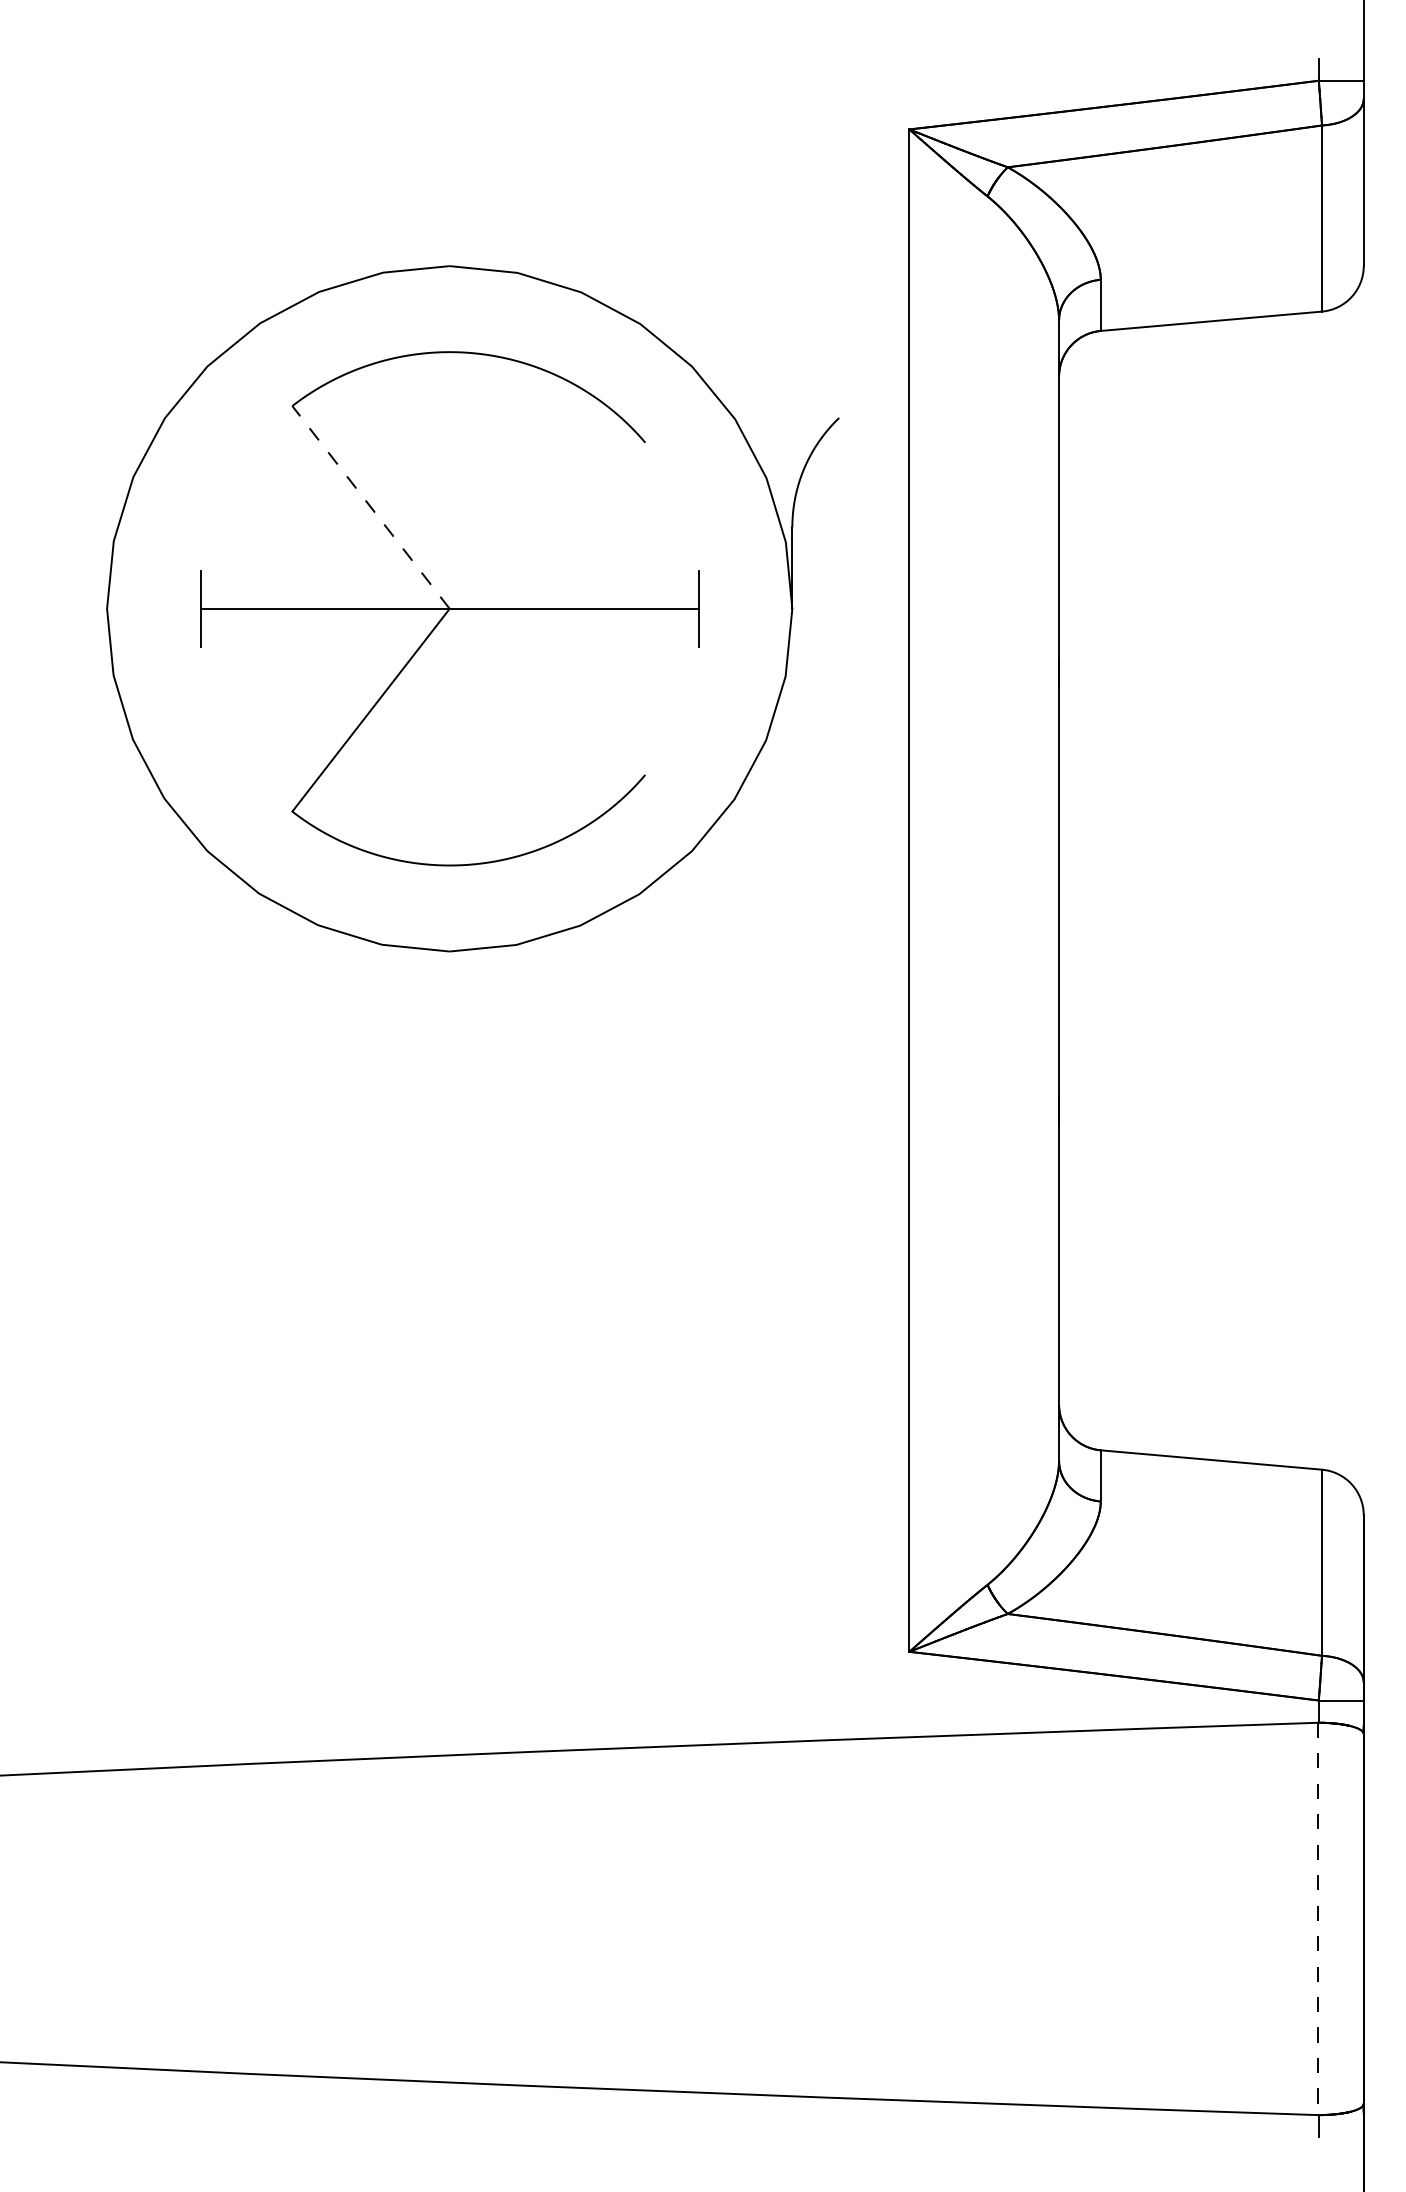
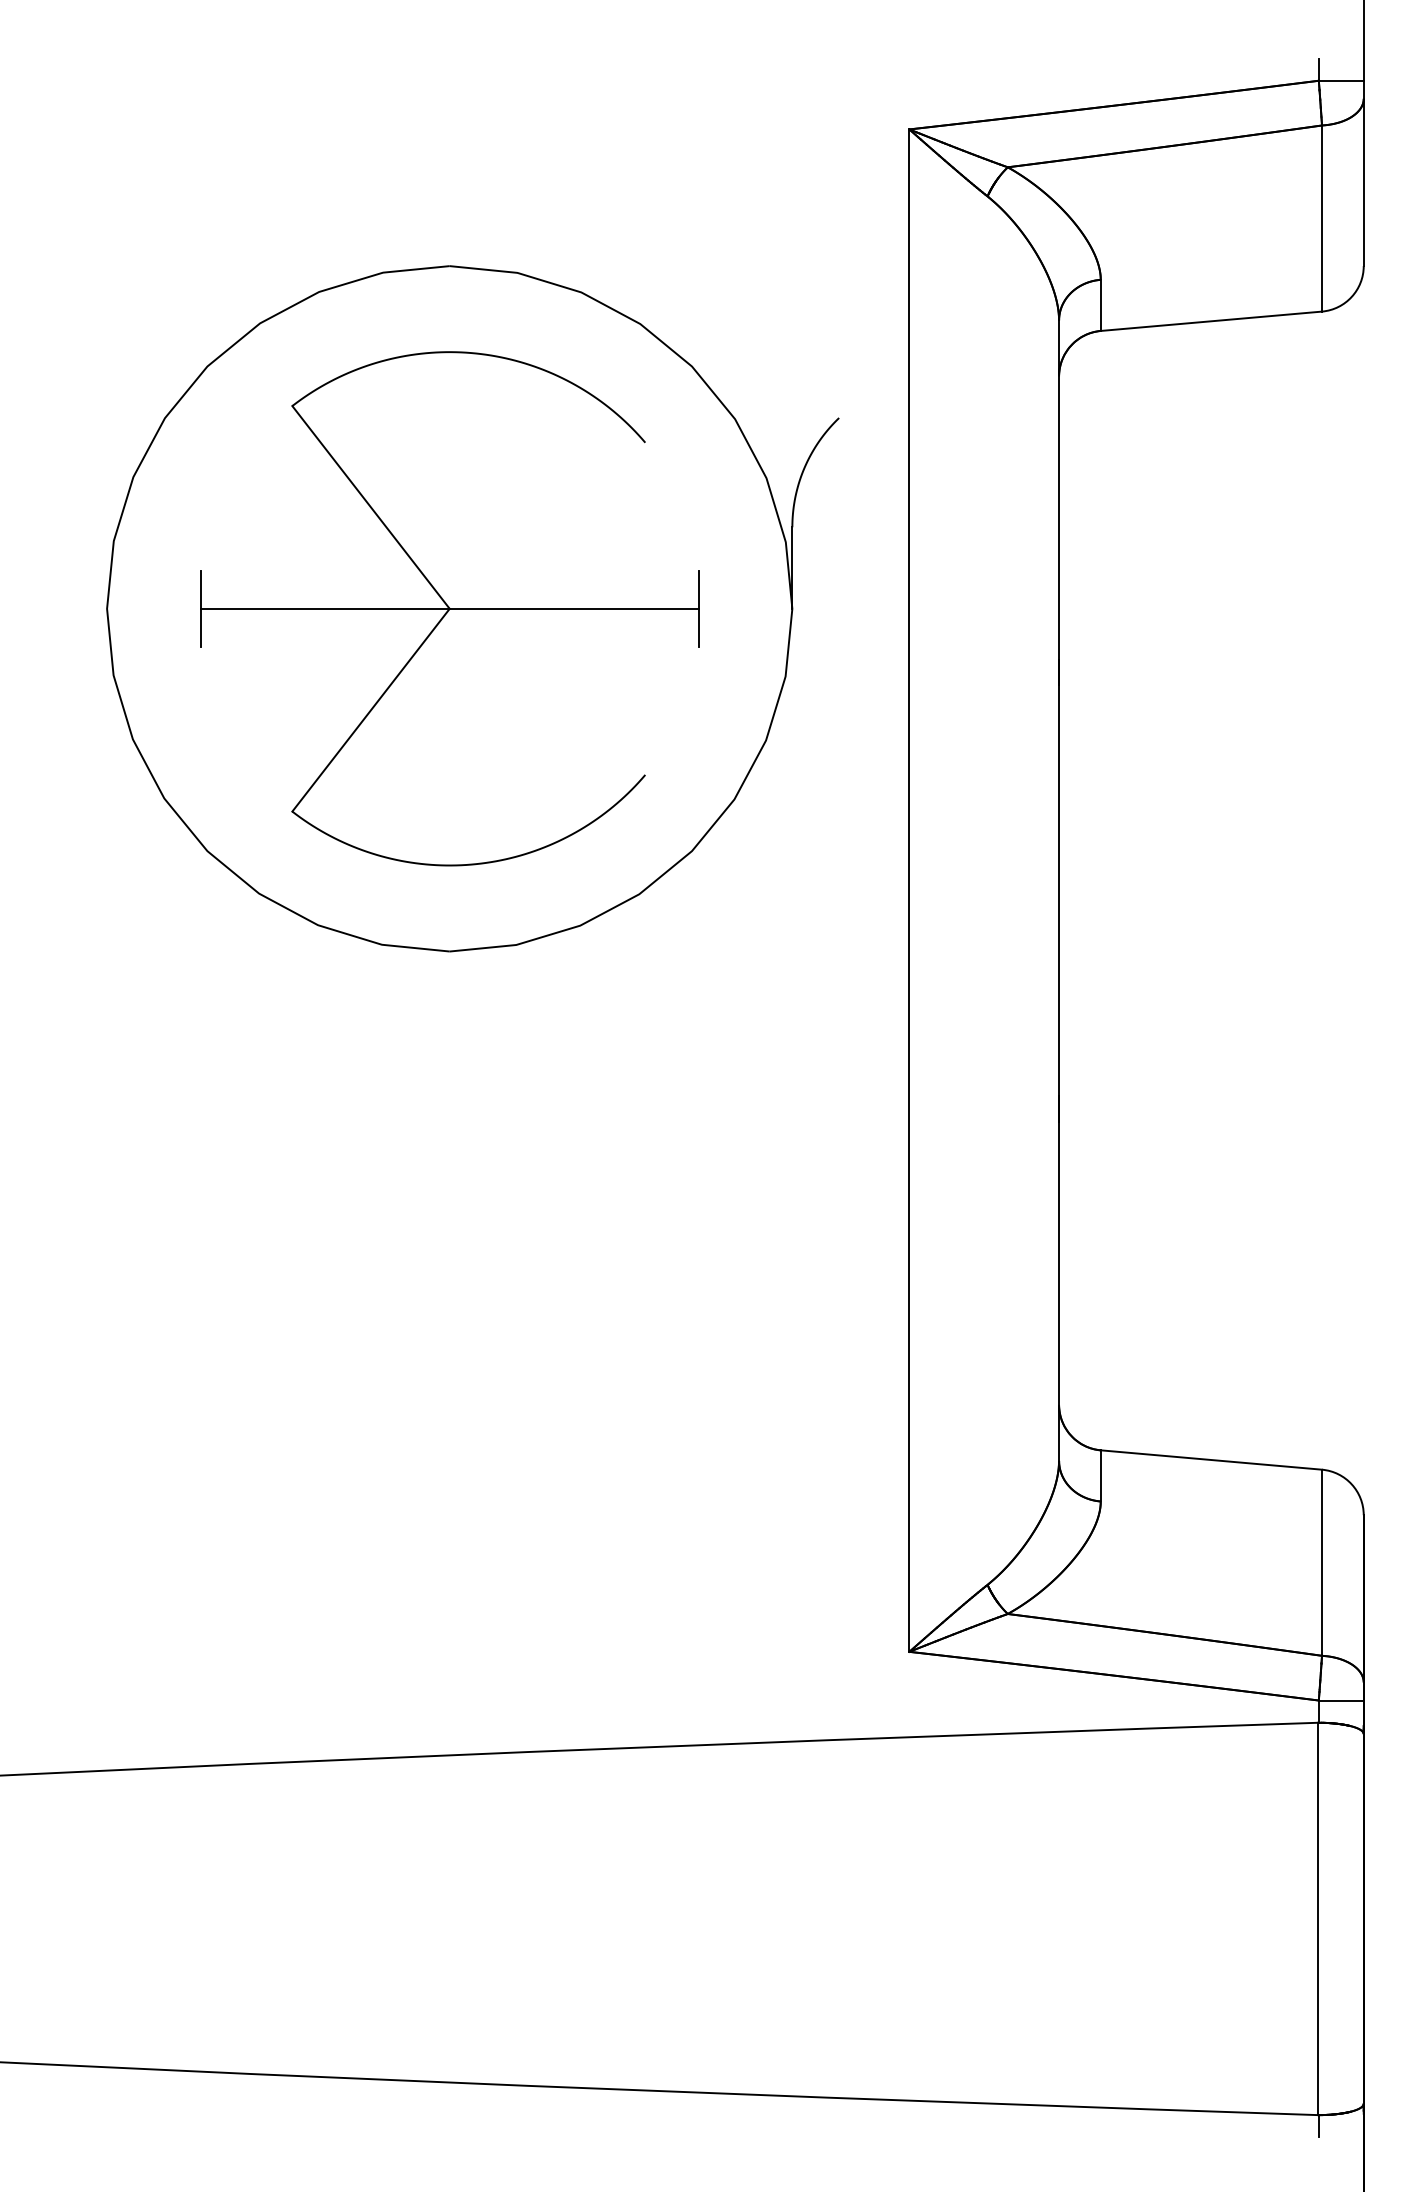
line at (370, 507): dashed -> solid
line at (1318, 1919): dashed -> solid
